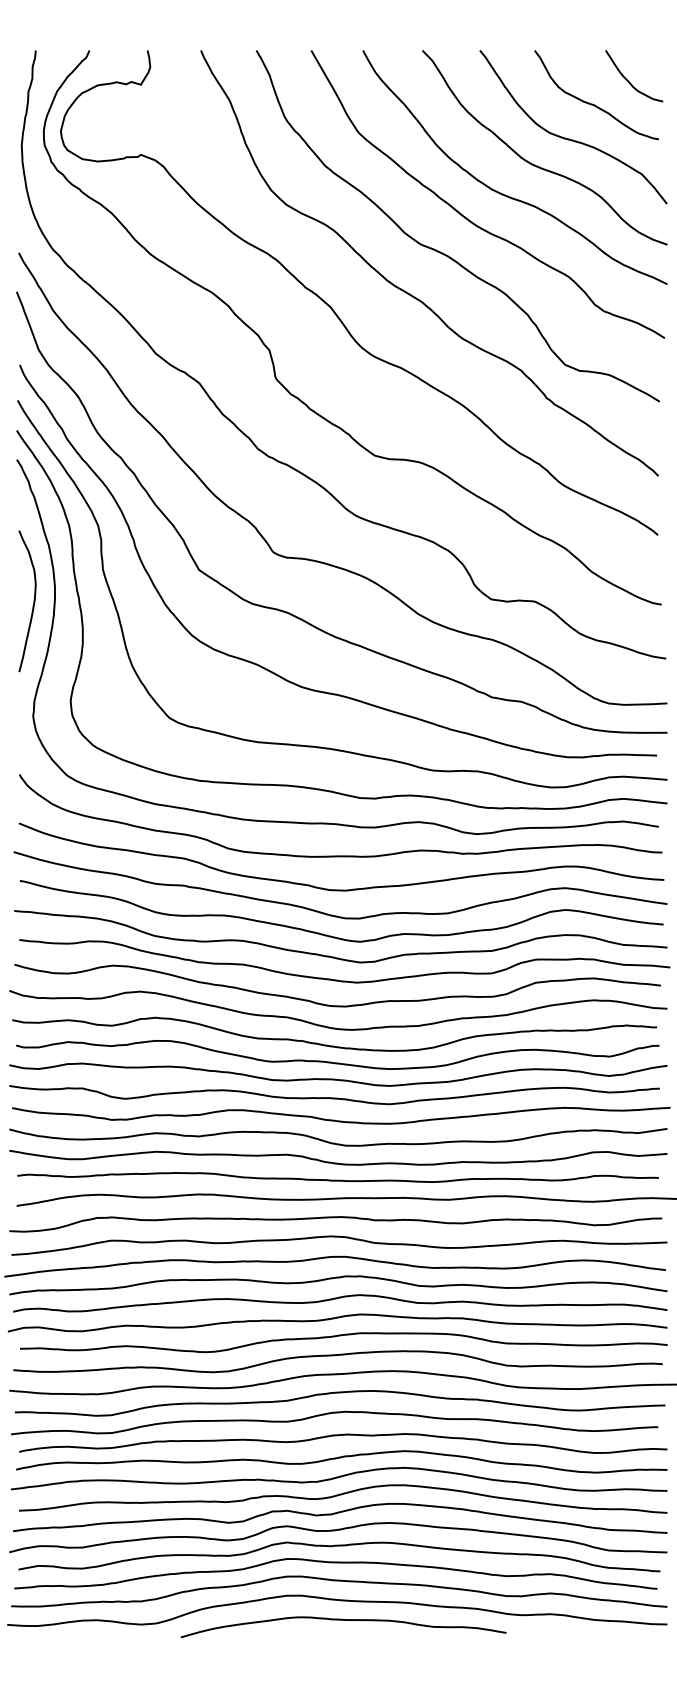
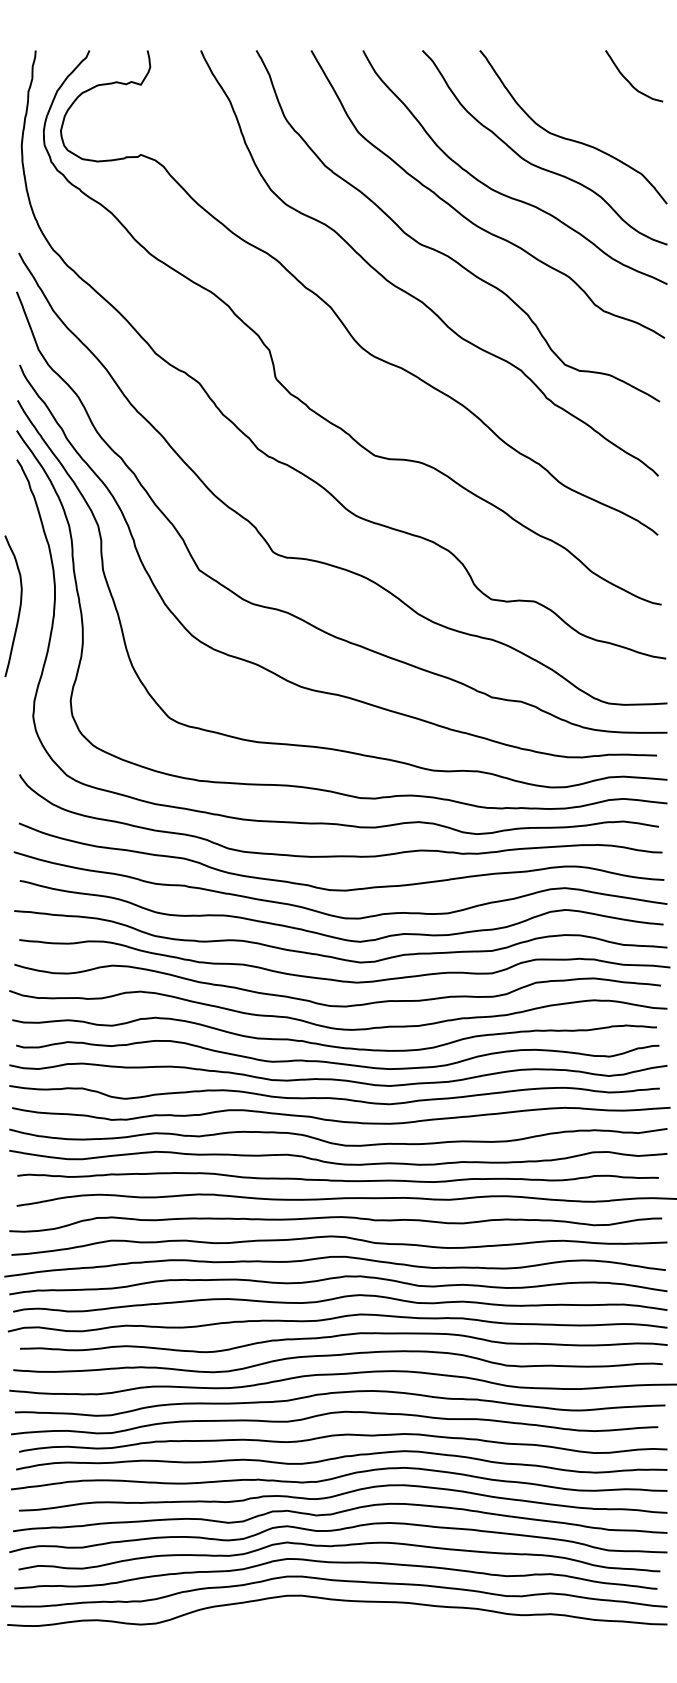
curve at (592, 103): present -> none
curve at (33, 601) position: (33, 601) -> (19, 606)
curve at (343, 1620): present -> none
